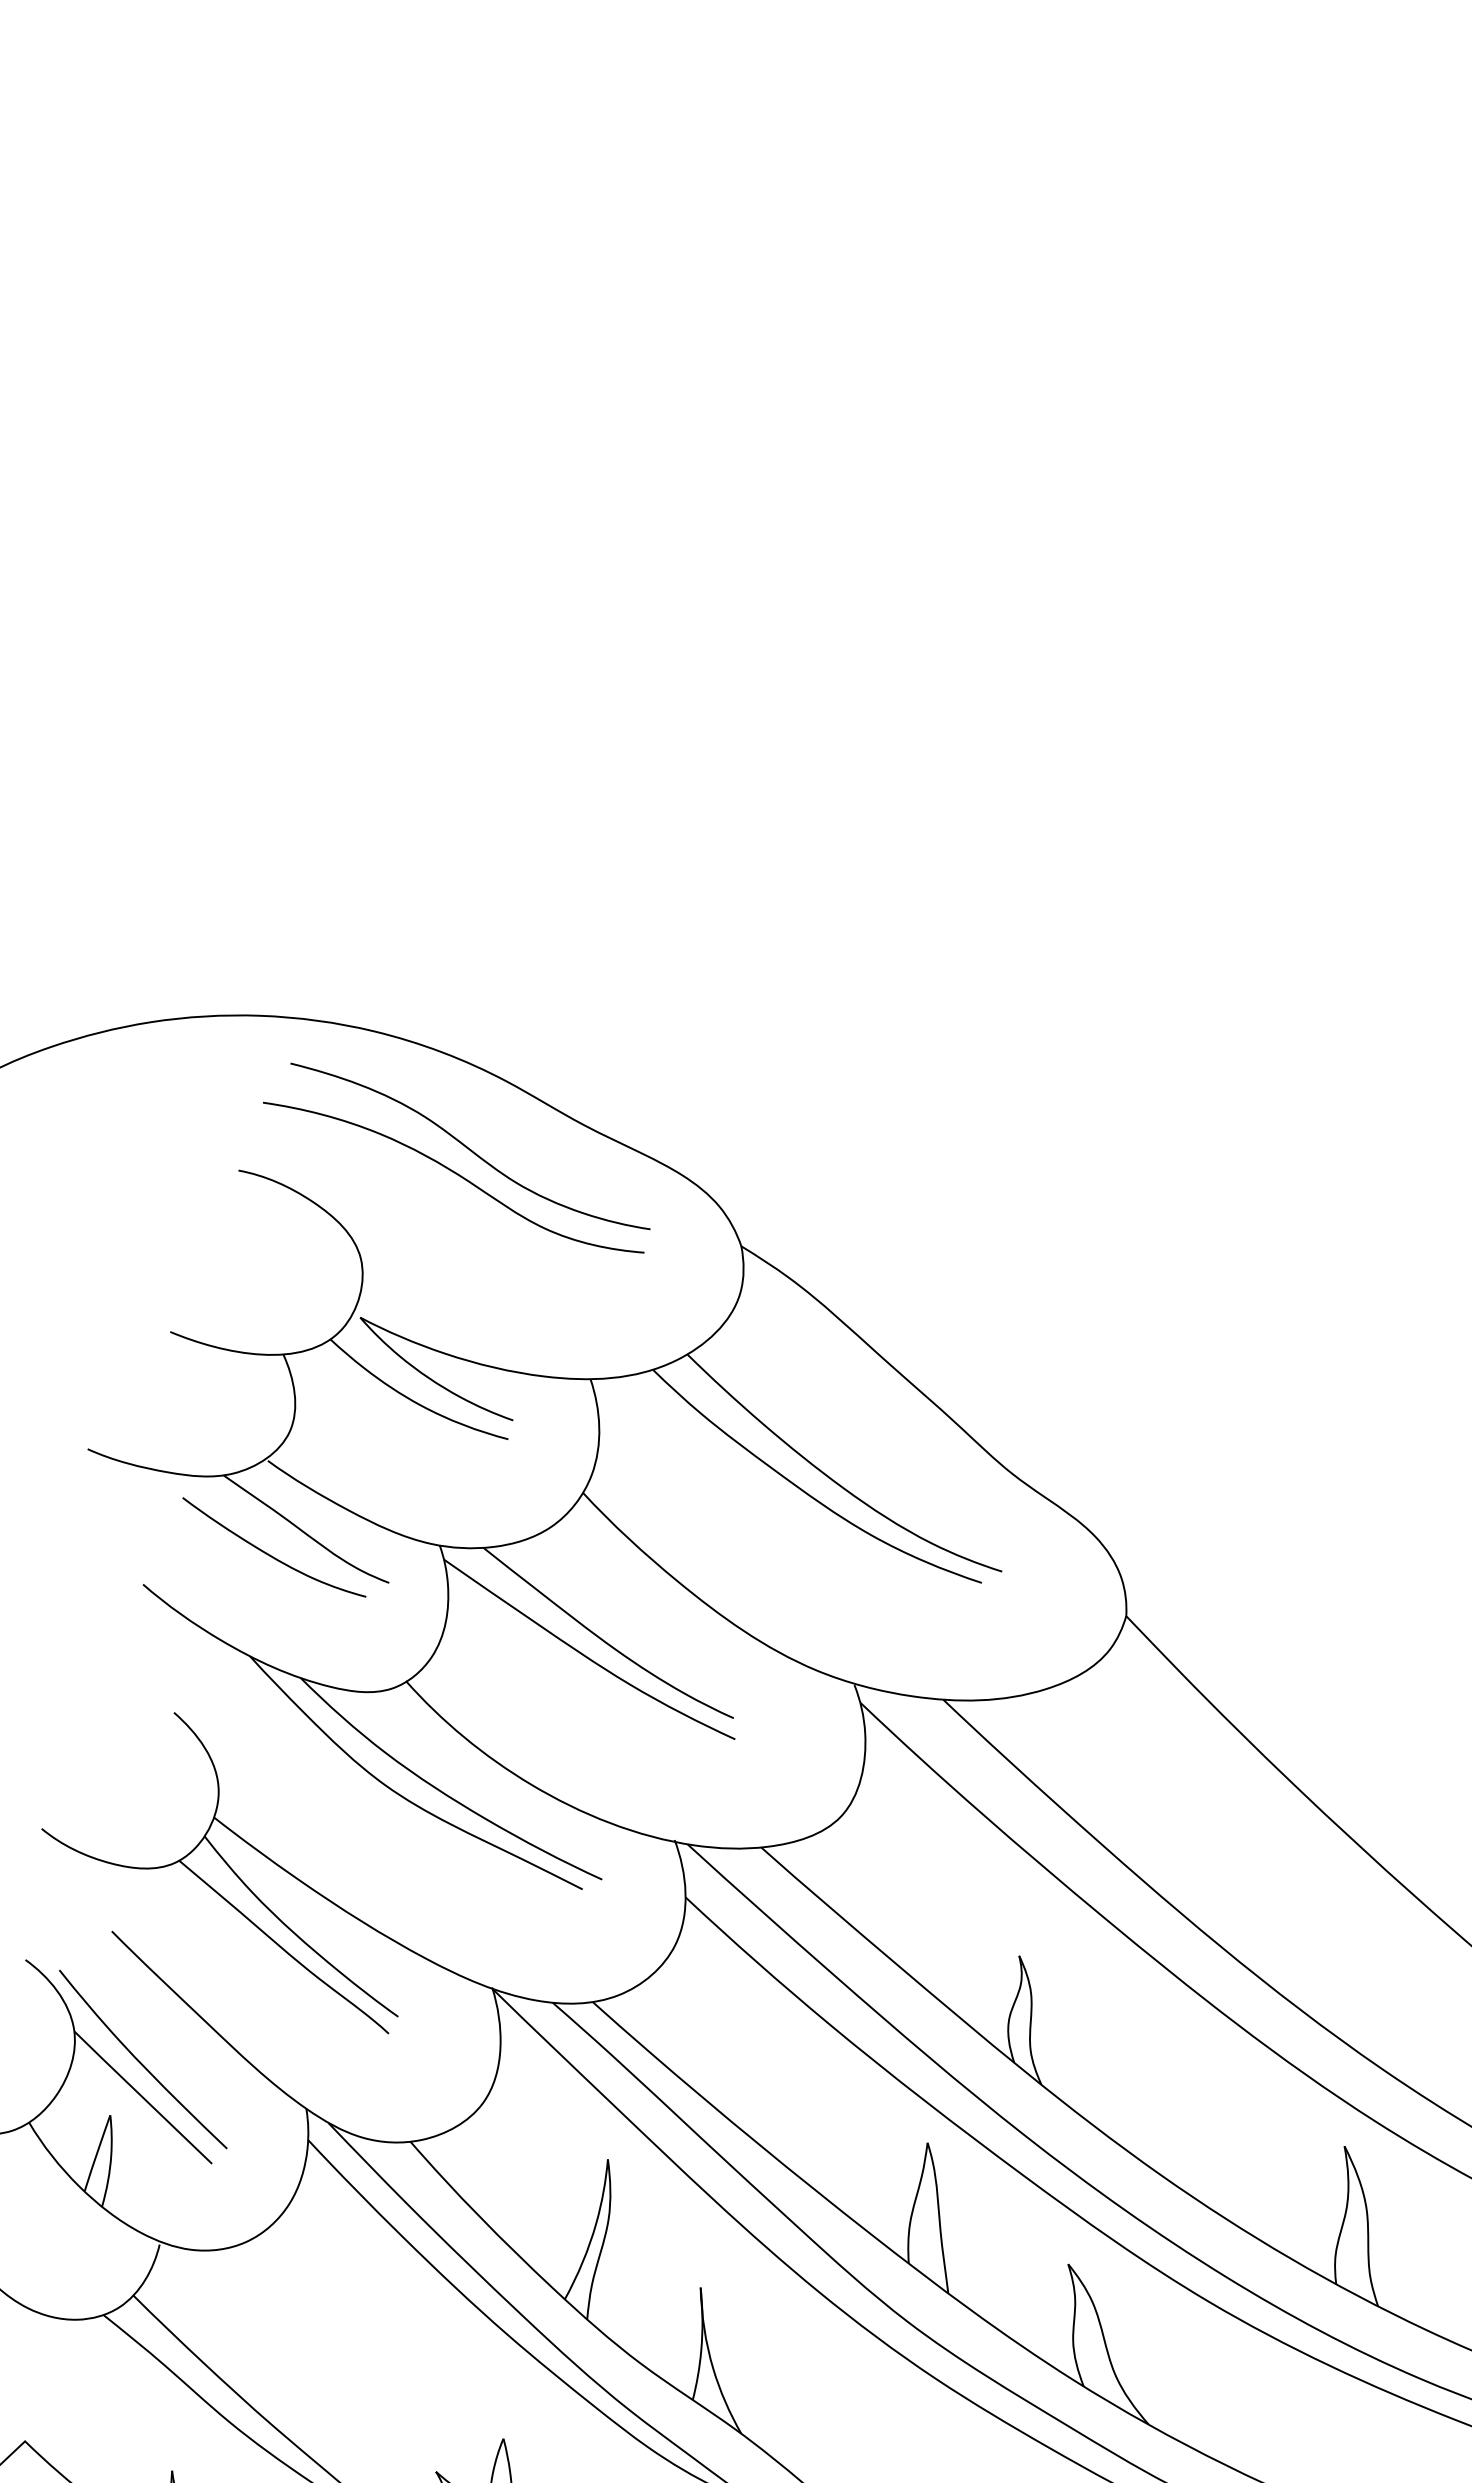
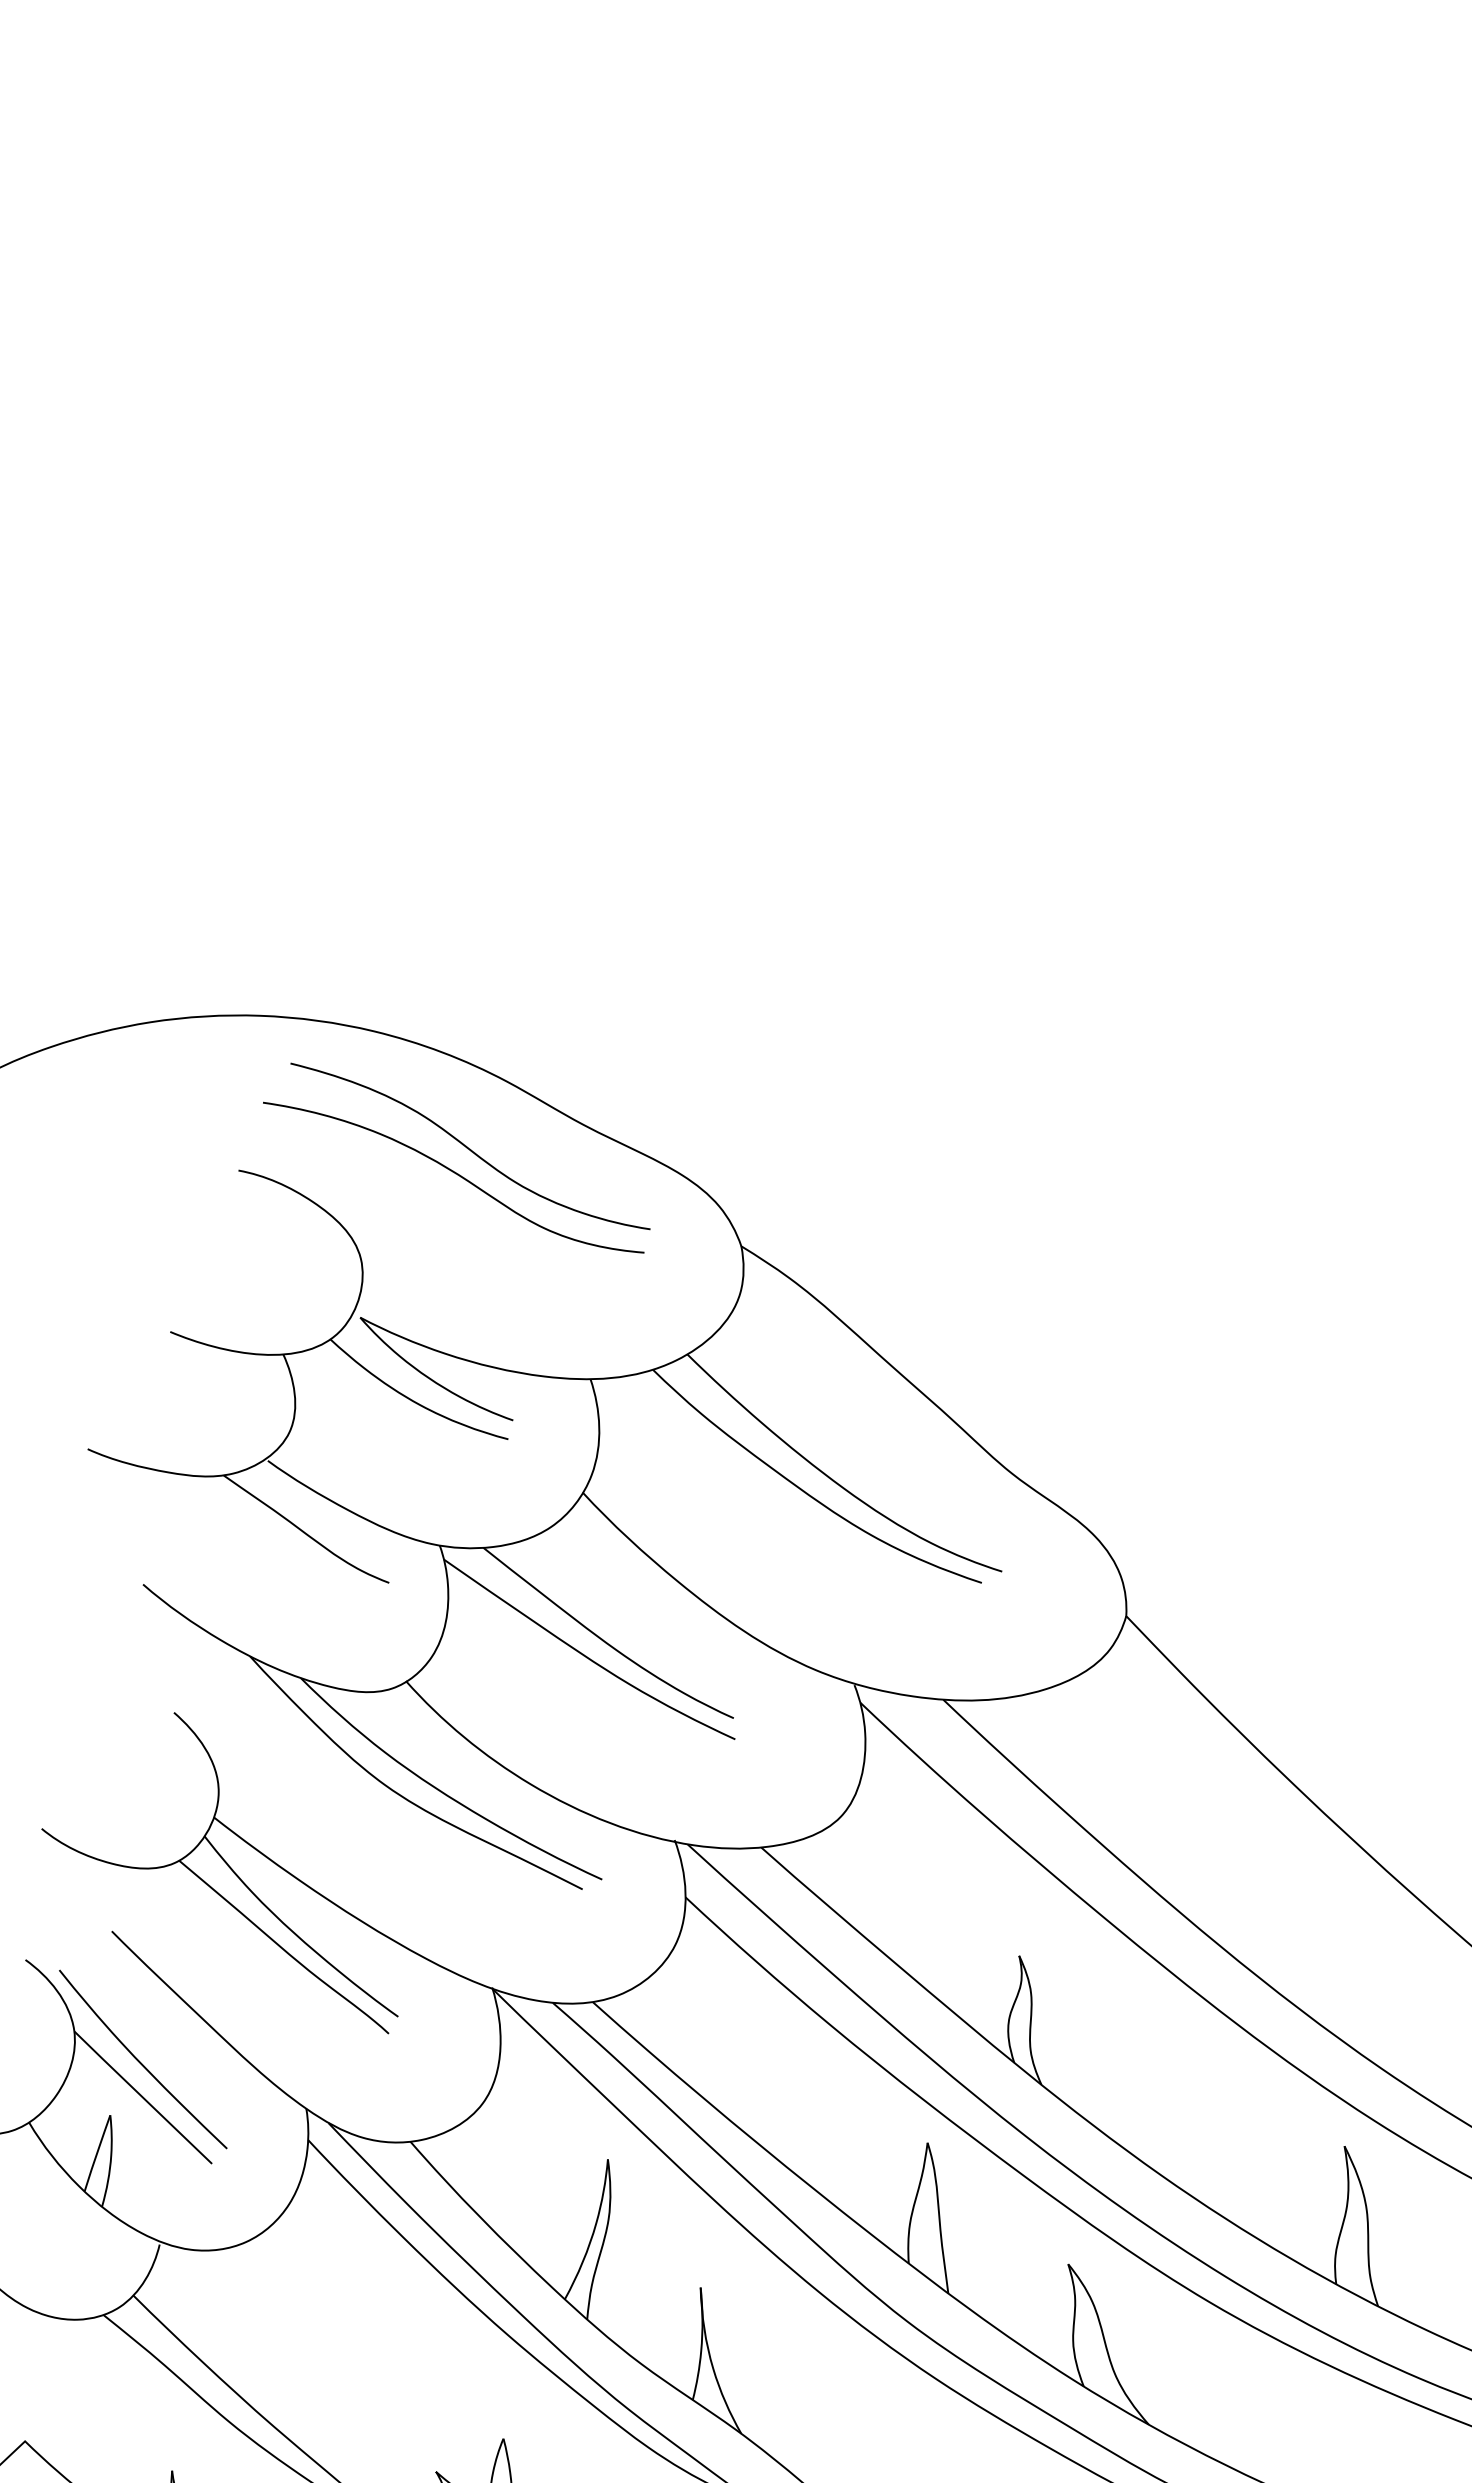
curve at (270, 1554): present -> none
